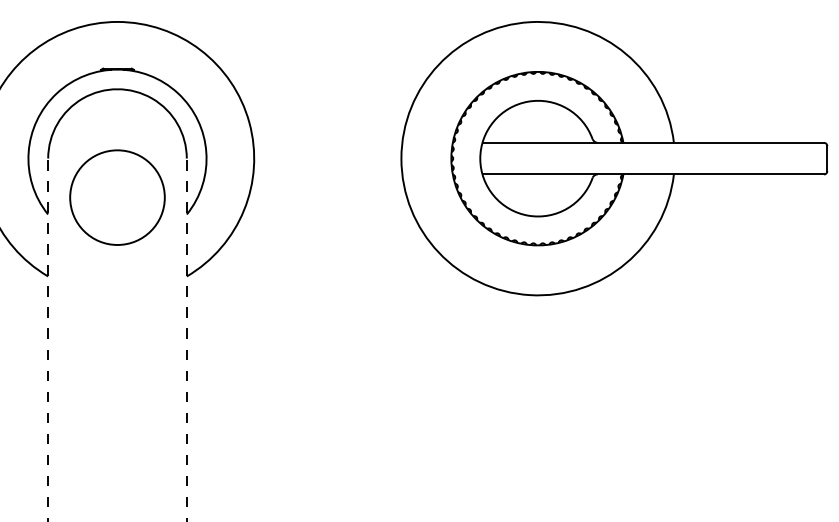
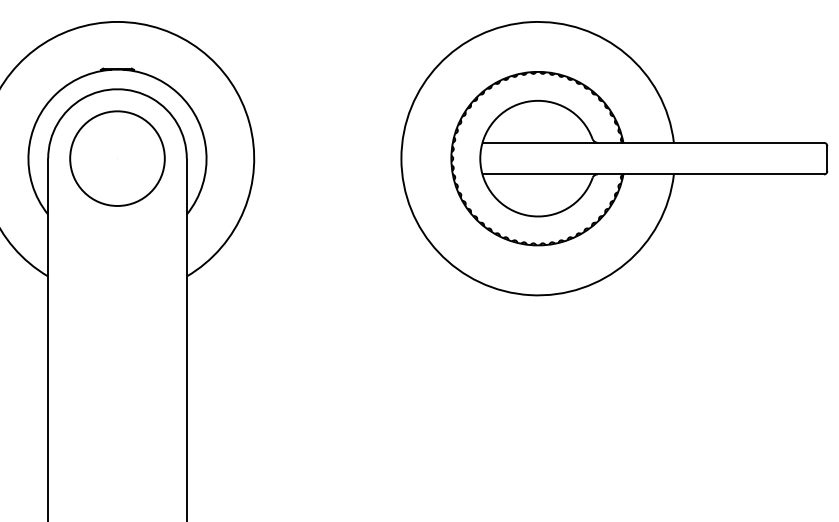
circle at (117, 197) position: (117, 197) -> (117, 158)
line at (48, 339): dashed -> solid
line at (186, 339): dashed -> solid
